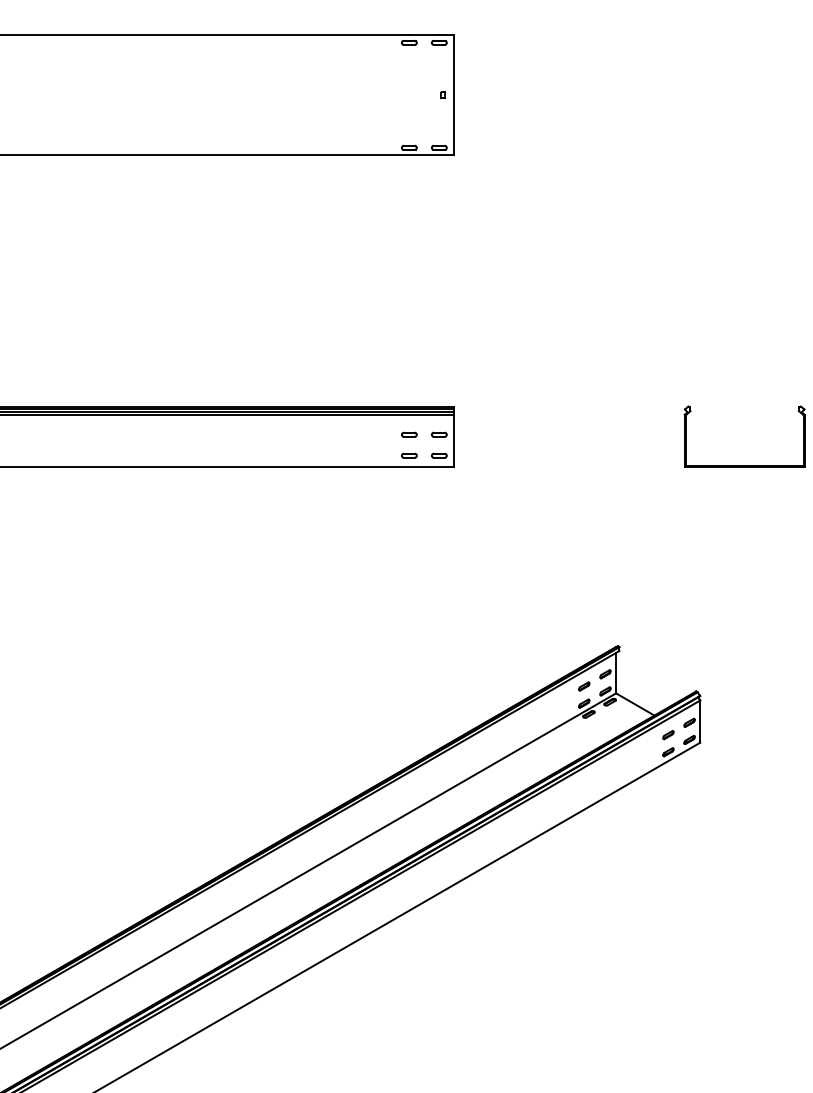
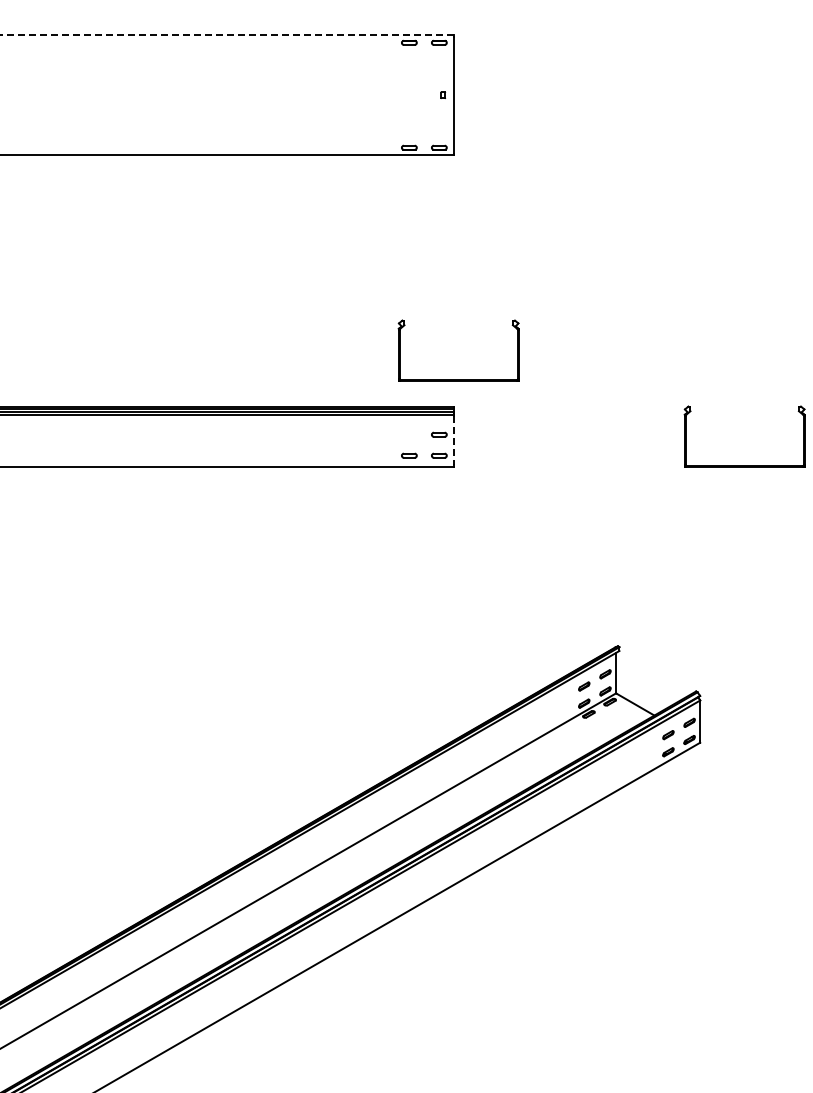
line at (227, 35): solid -> dashed
part at (458, 379): none -> present
part at (409, 434): present -> none
line at (454, 440): solid -> dashed
